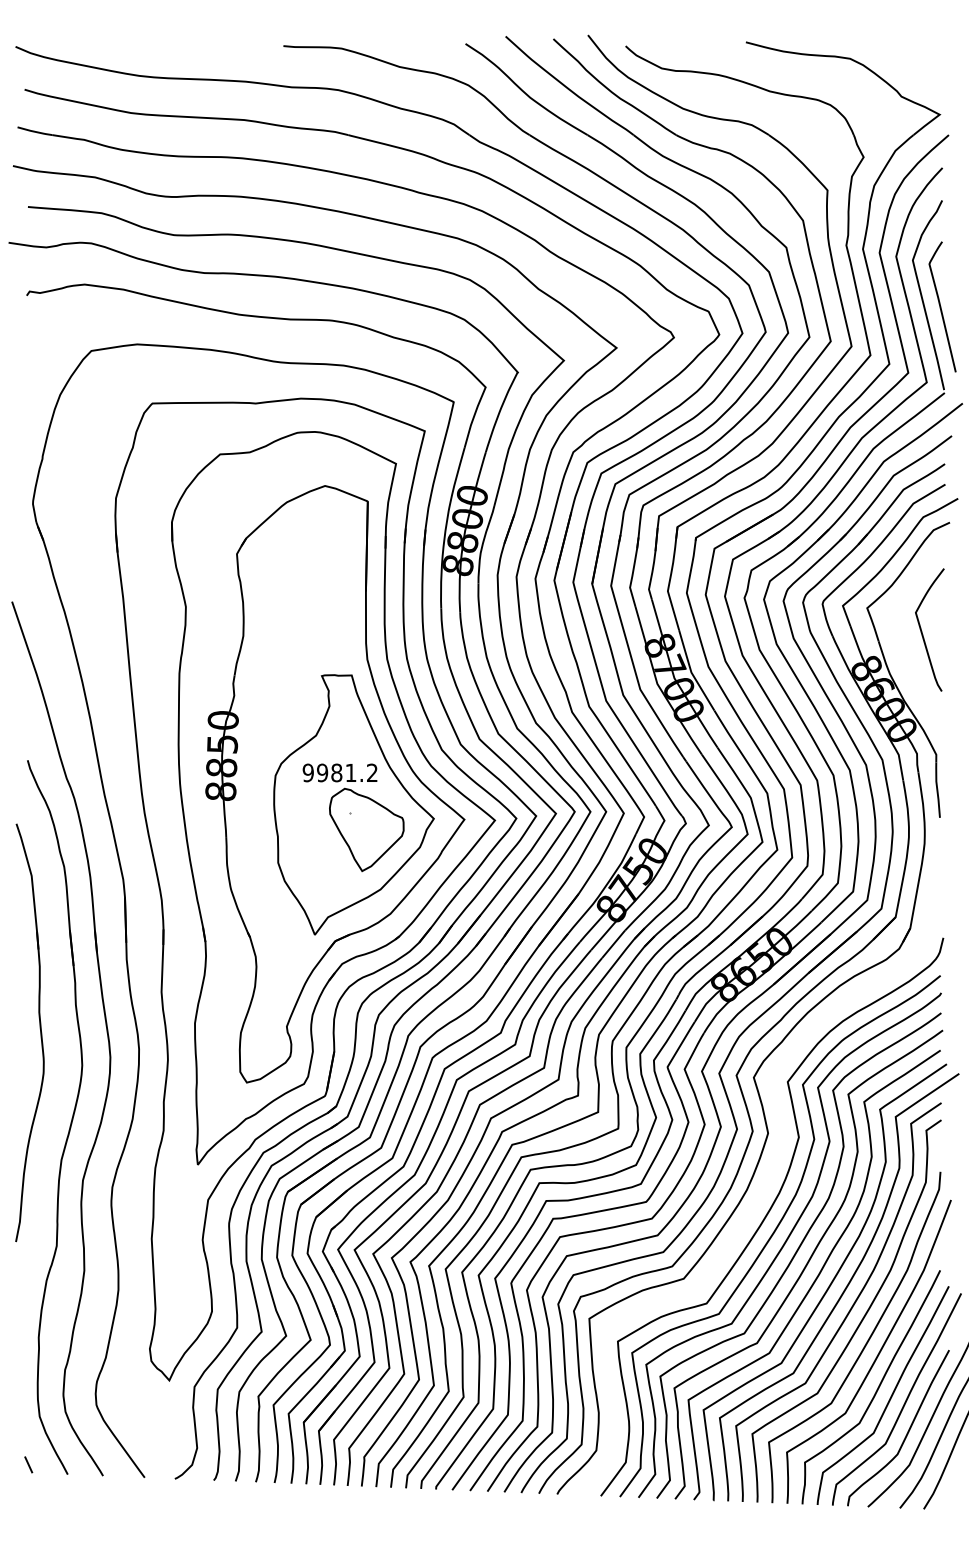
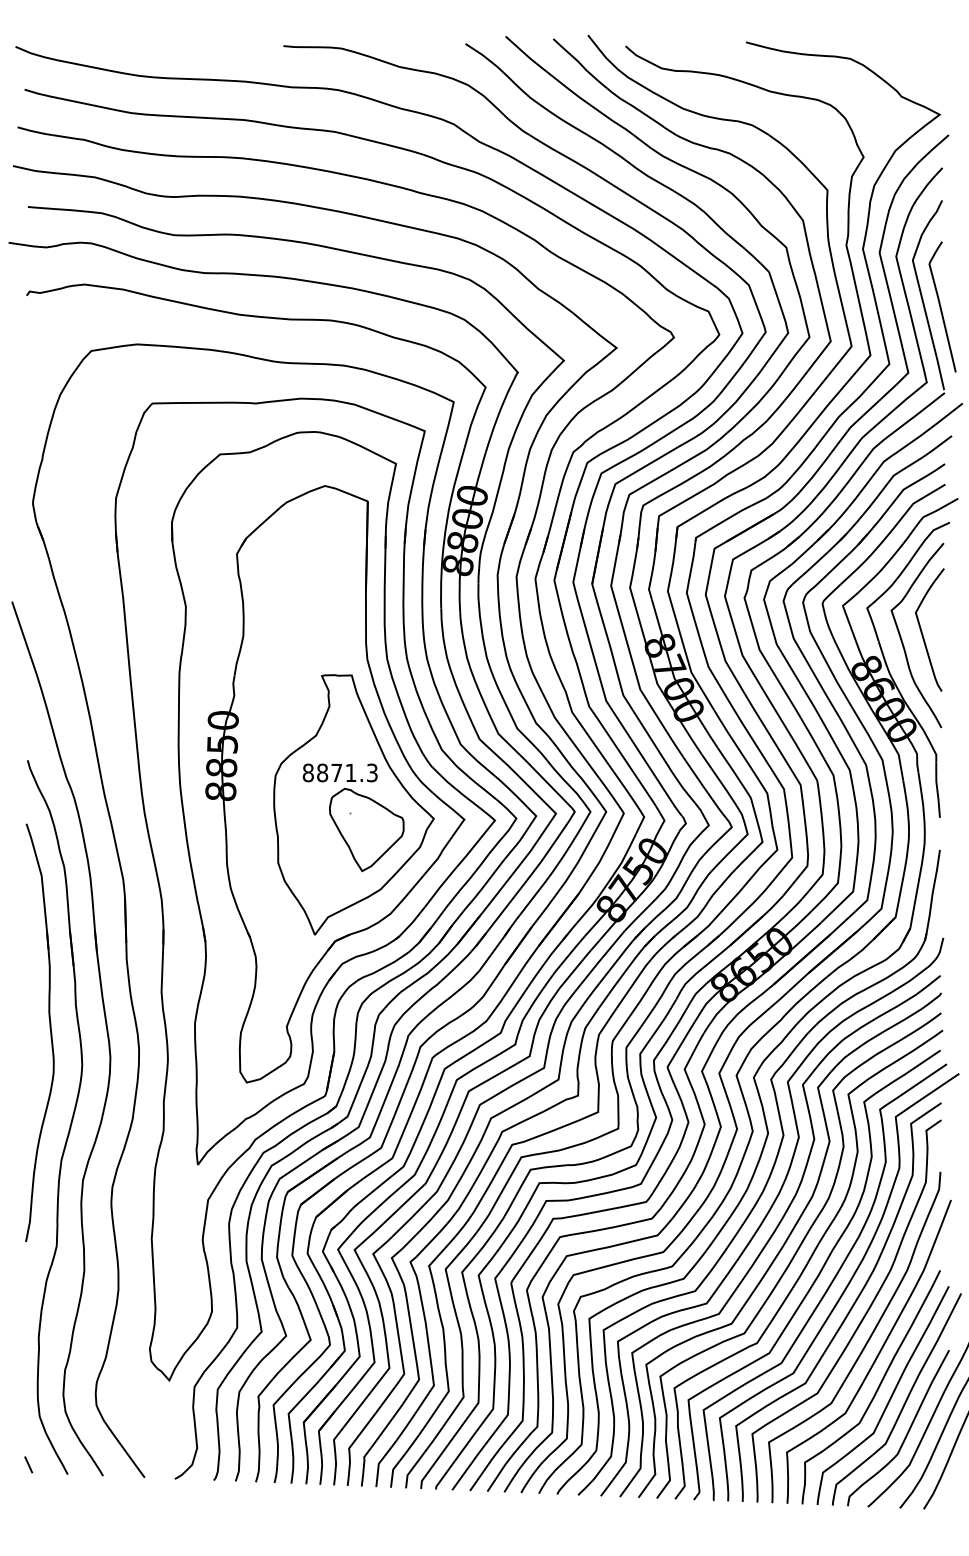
curve at (902, 639): none -> present
text at (339, 772): 9981.2 -> 8871.3
part at (39, 1028) position: (39, 1028) -> (49, 1028)
part at (768, 1176): none -> present
